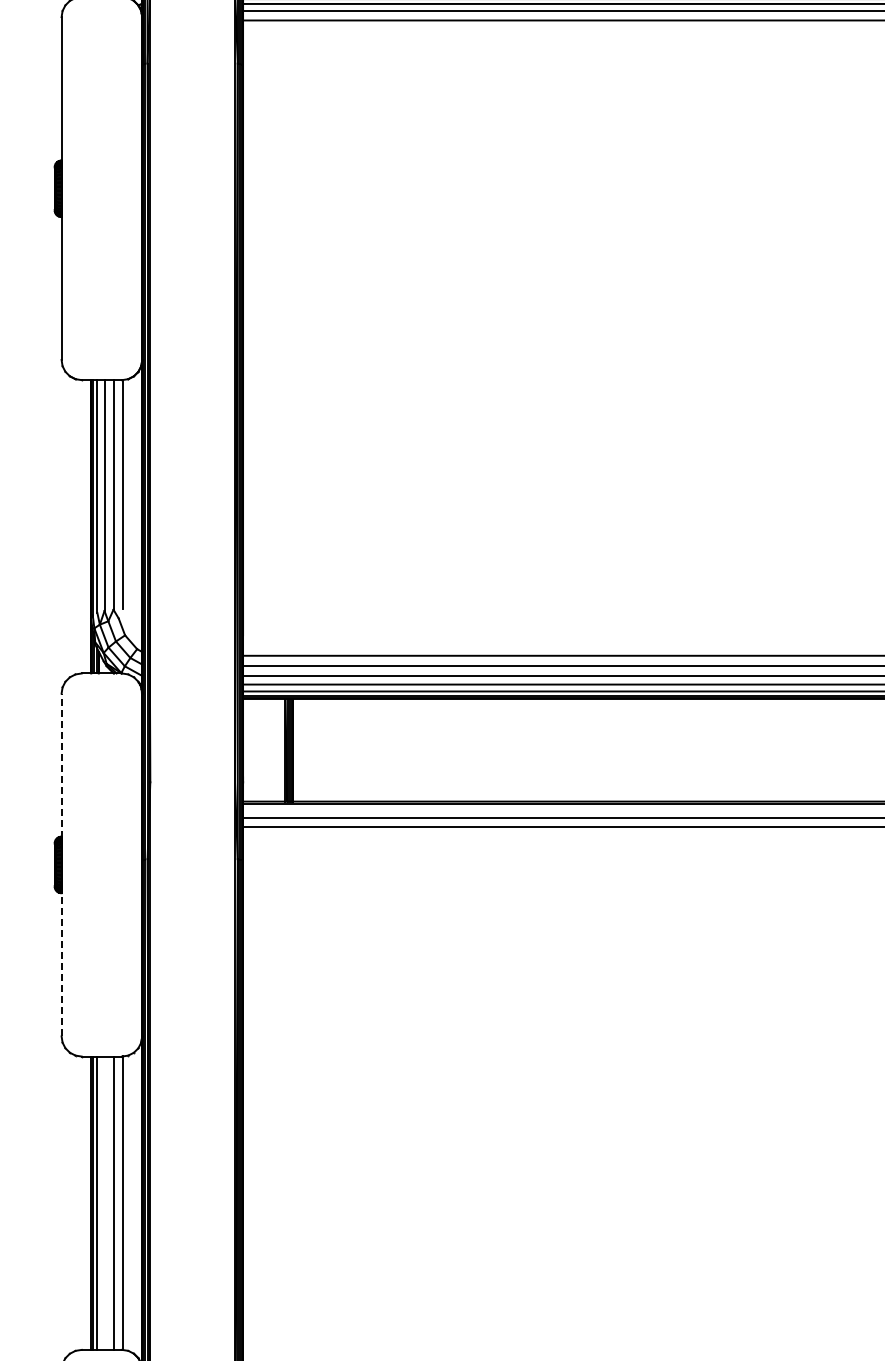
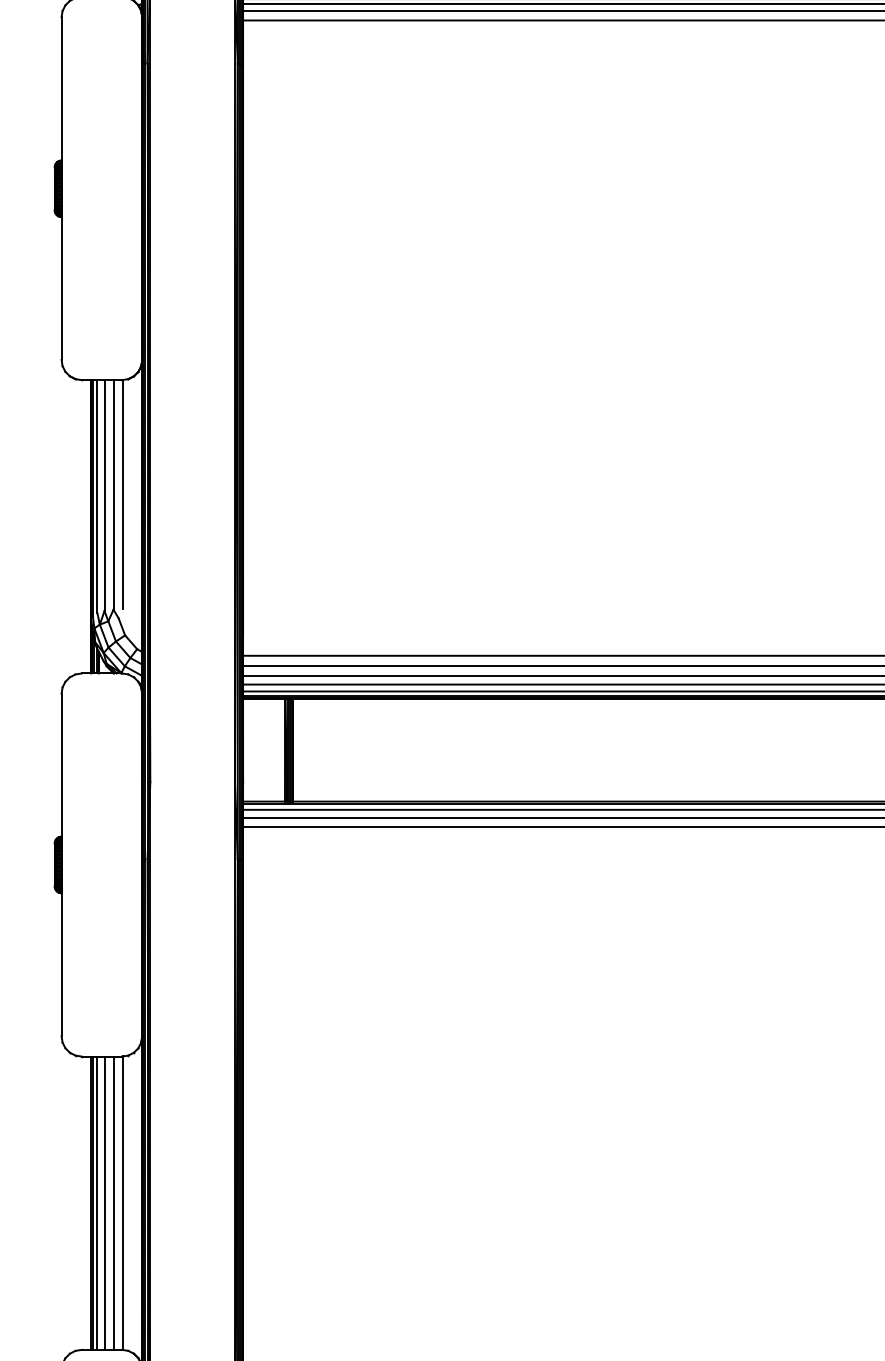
line at (562, 809): none -> present
line at (61, 864): dashed -> solid
line at (104, 1202): none -> present
